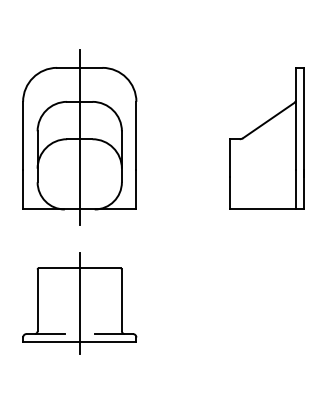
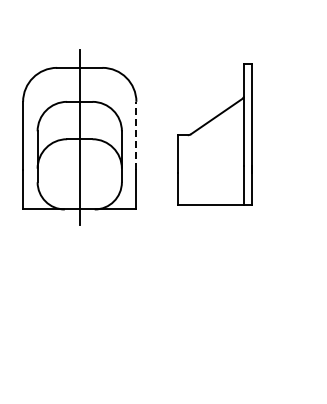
line at (136, 135): solid -> dashed
part at (266, 138) position: (266, 138) -> (214, 134)
part at (79, 303): present -> none
